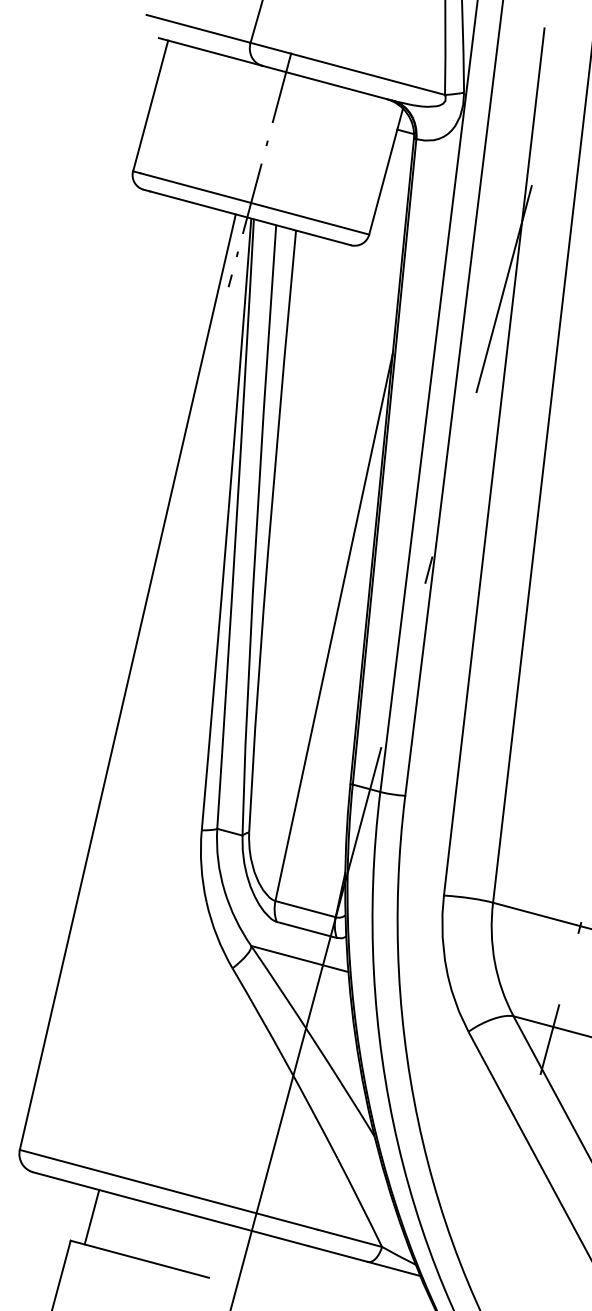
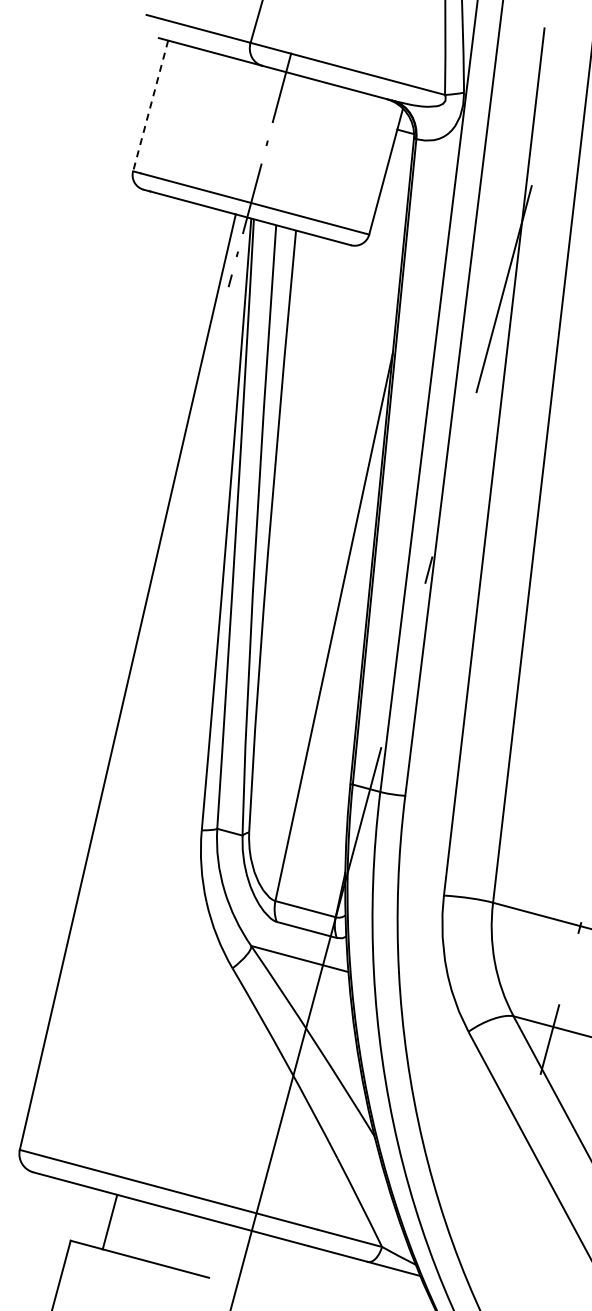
line at (150, 105): solid -> dashed
line at (91, 1216) position: (91, 1216) -> (109, 1221)
